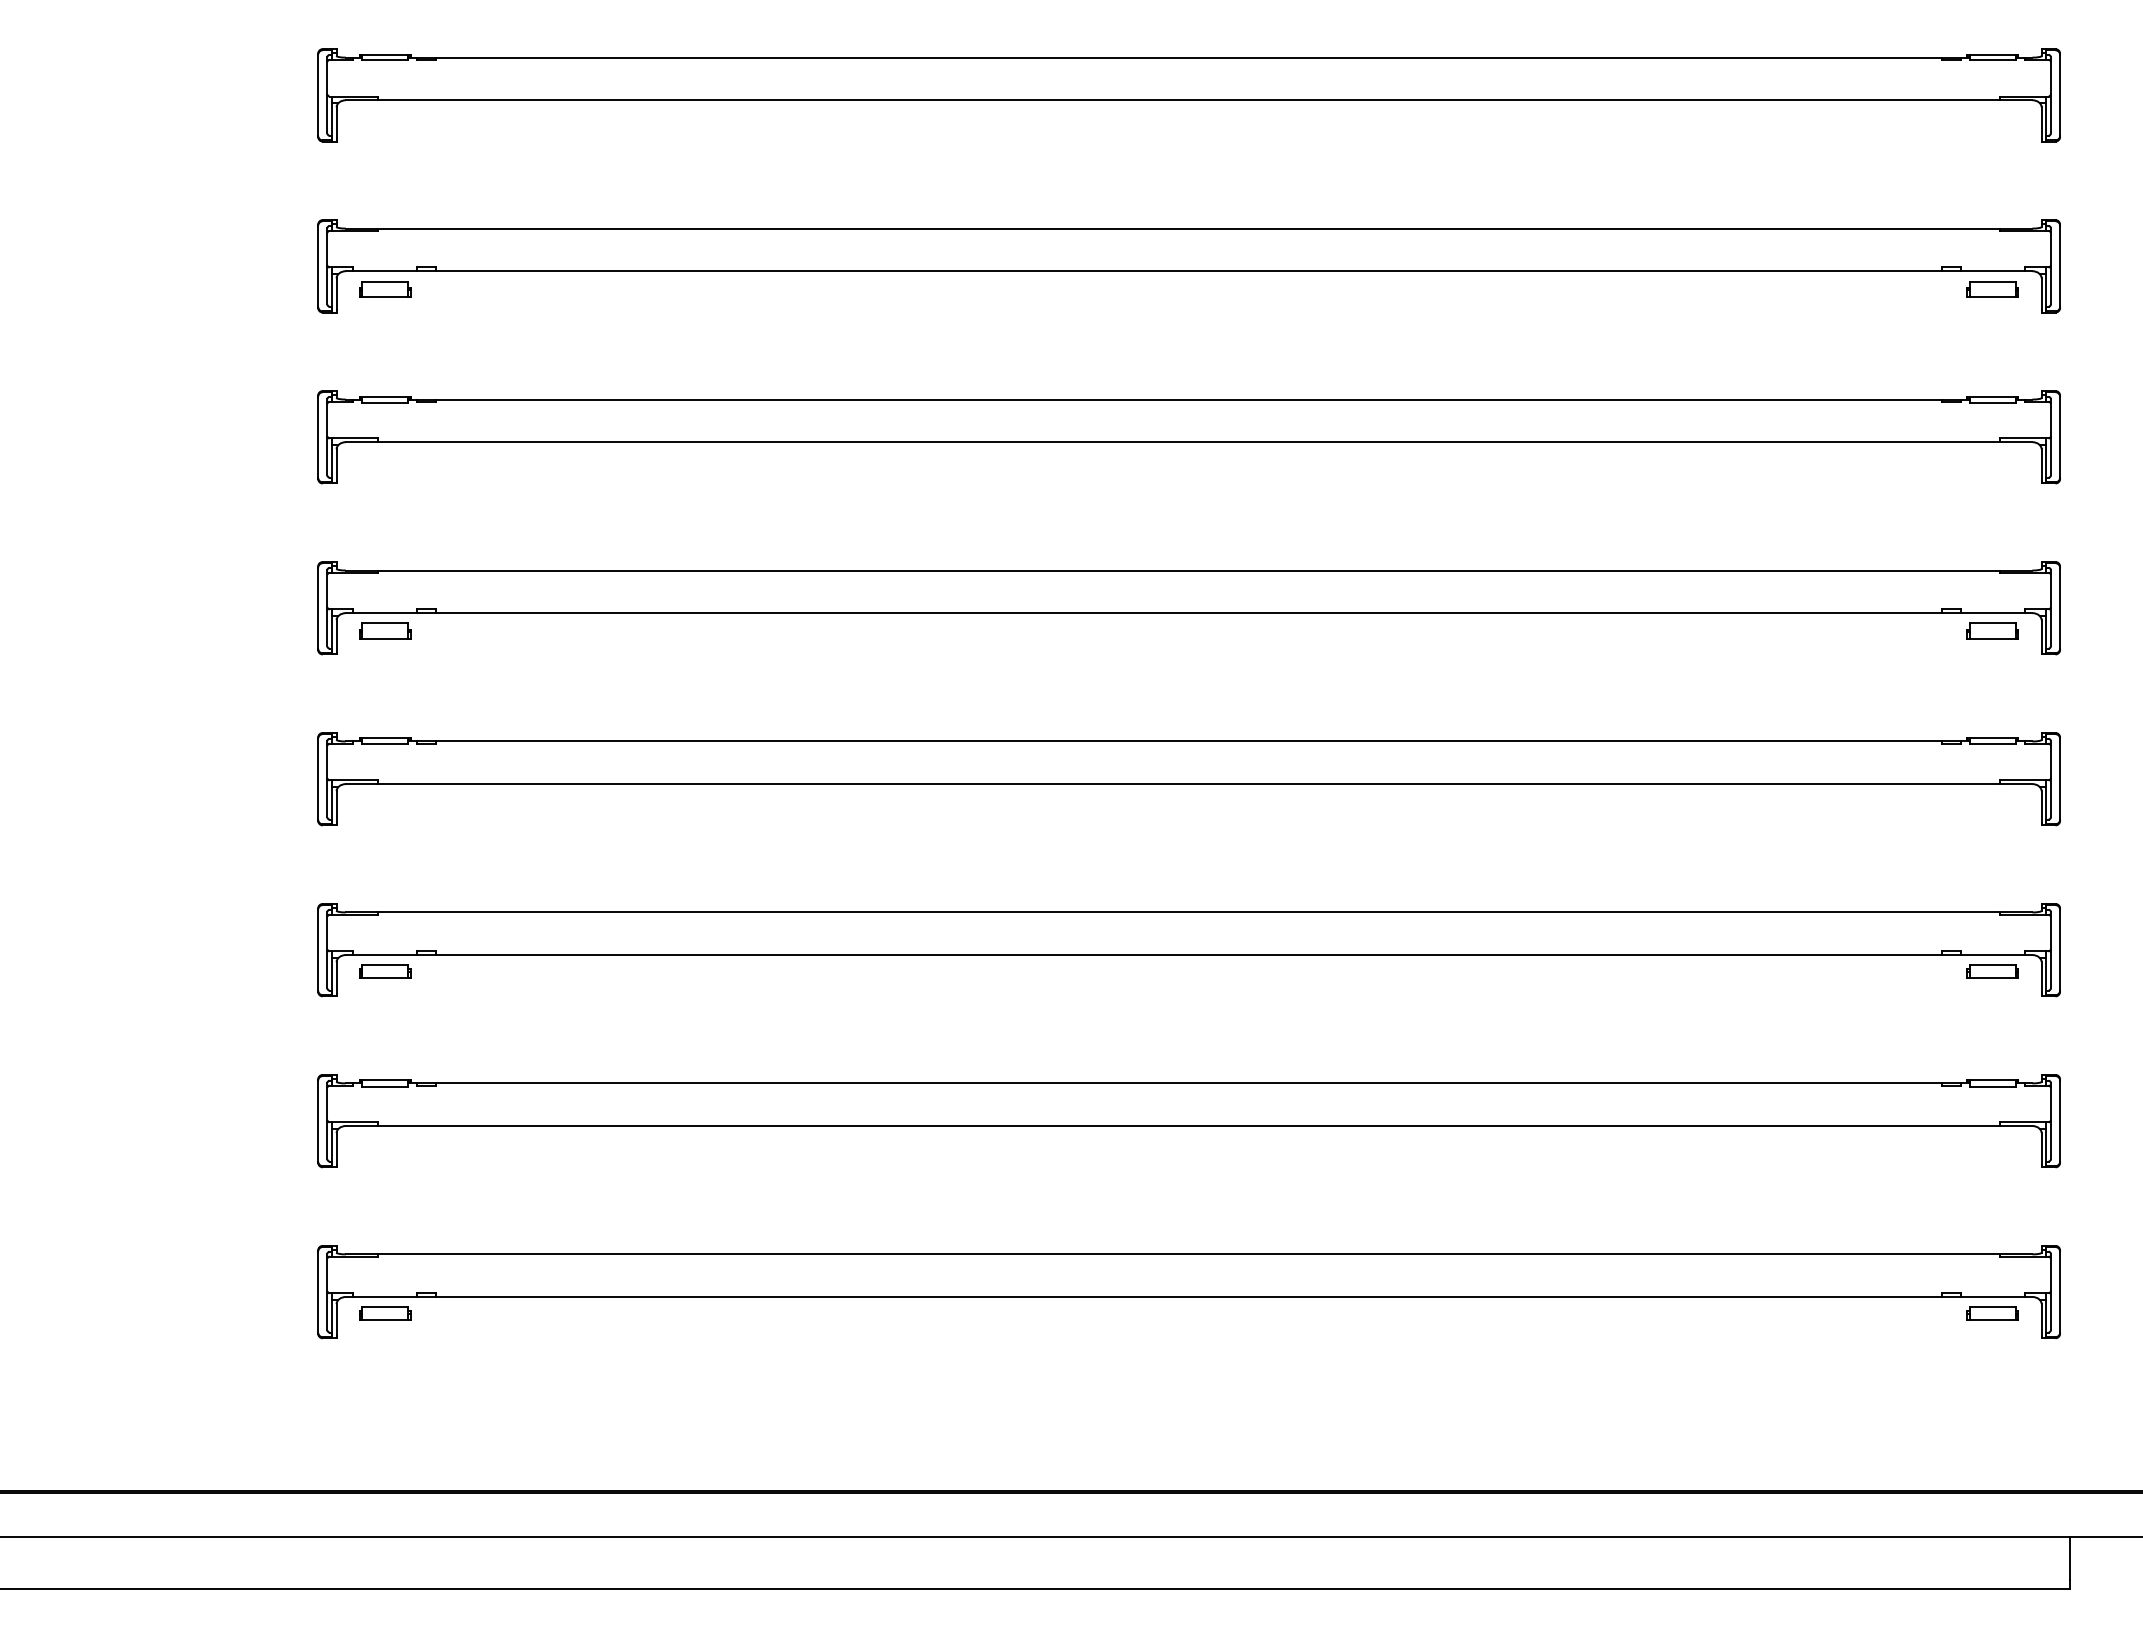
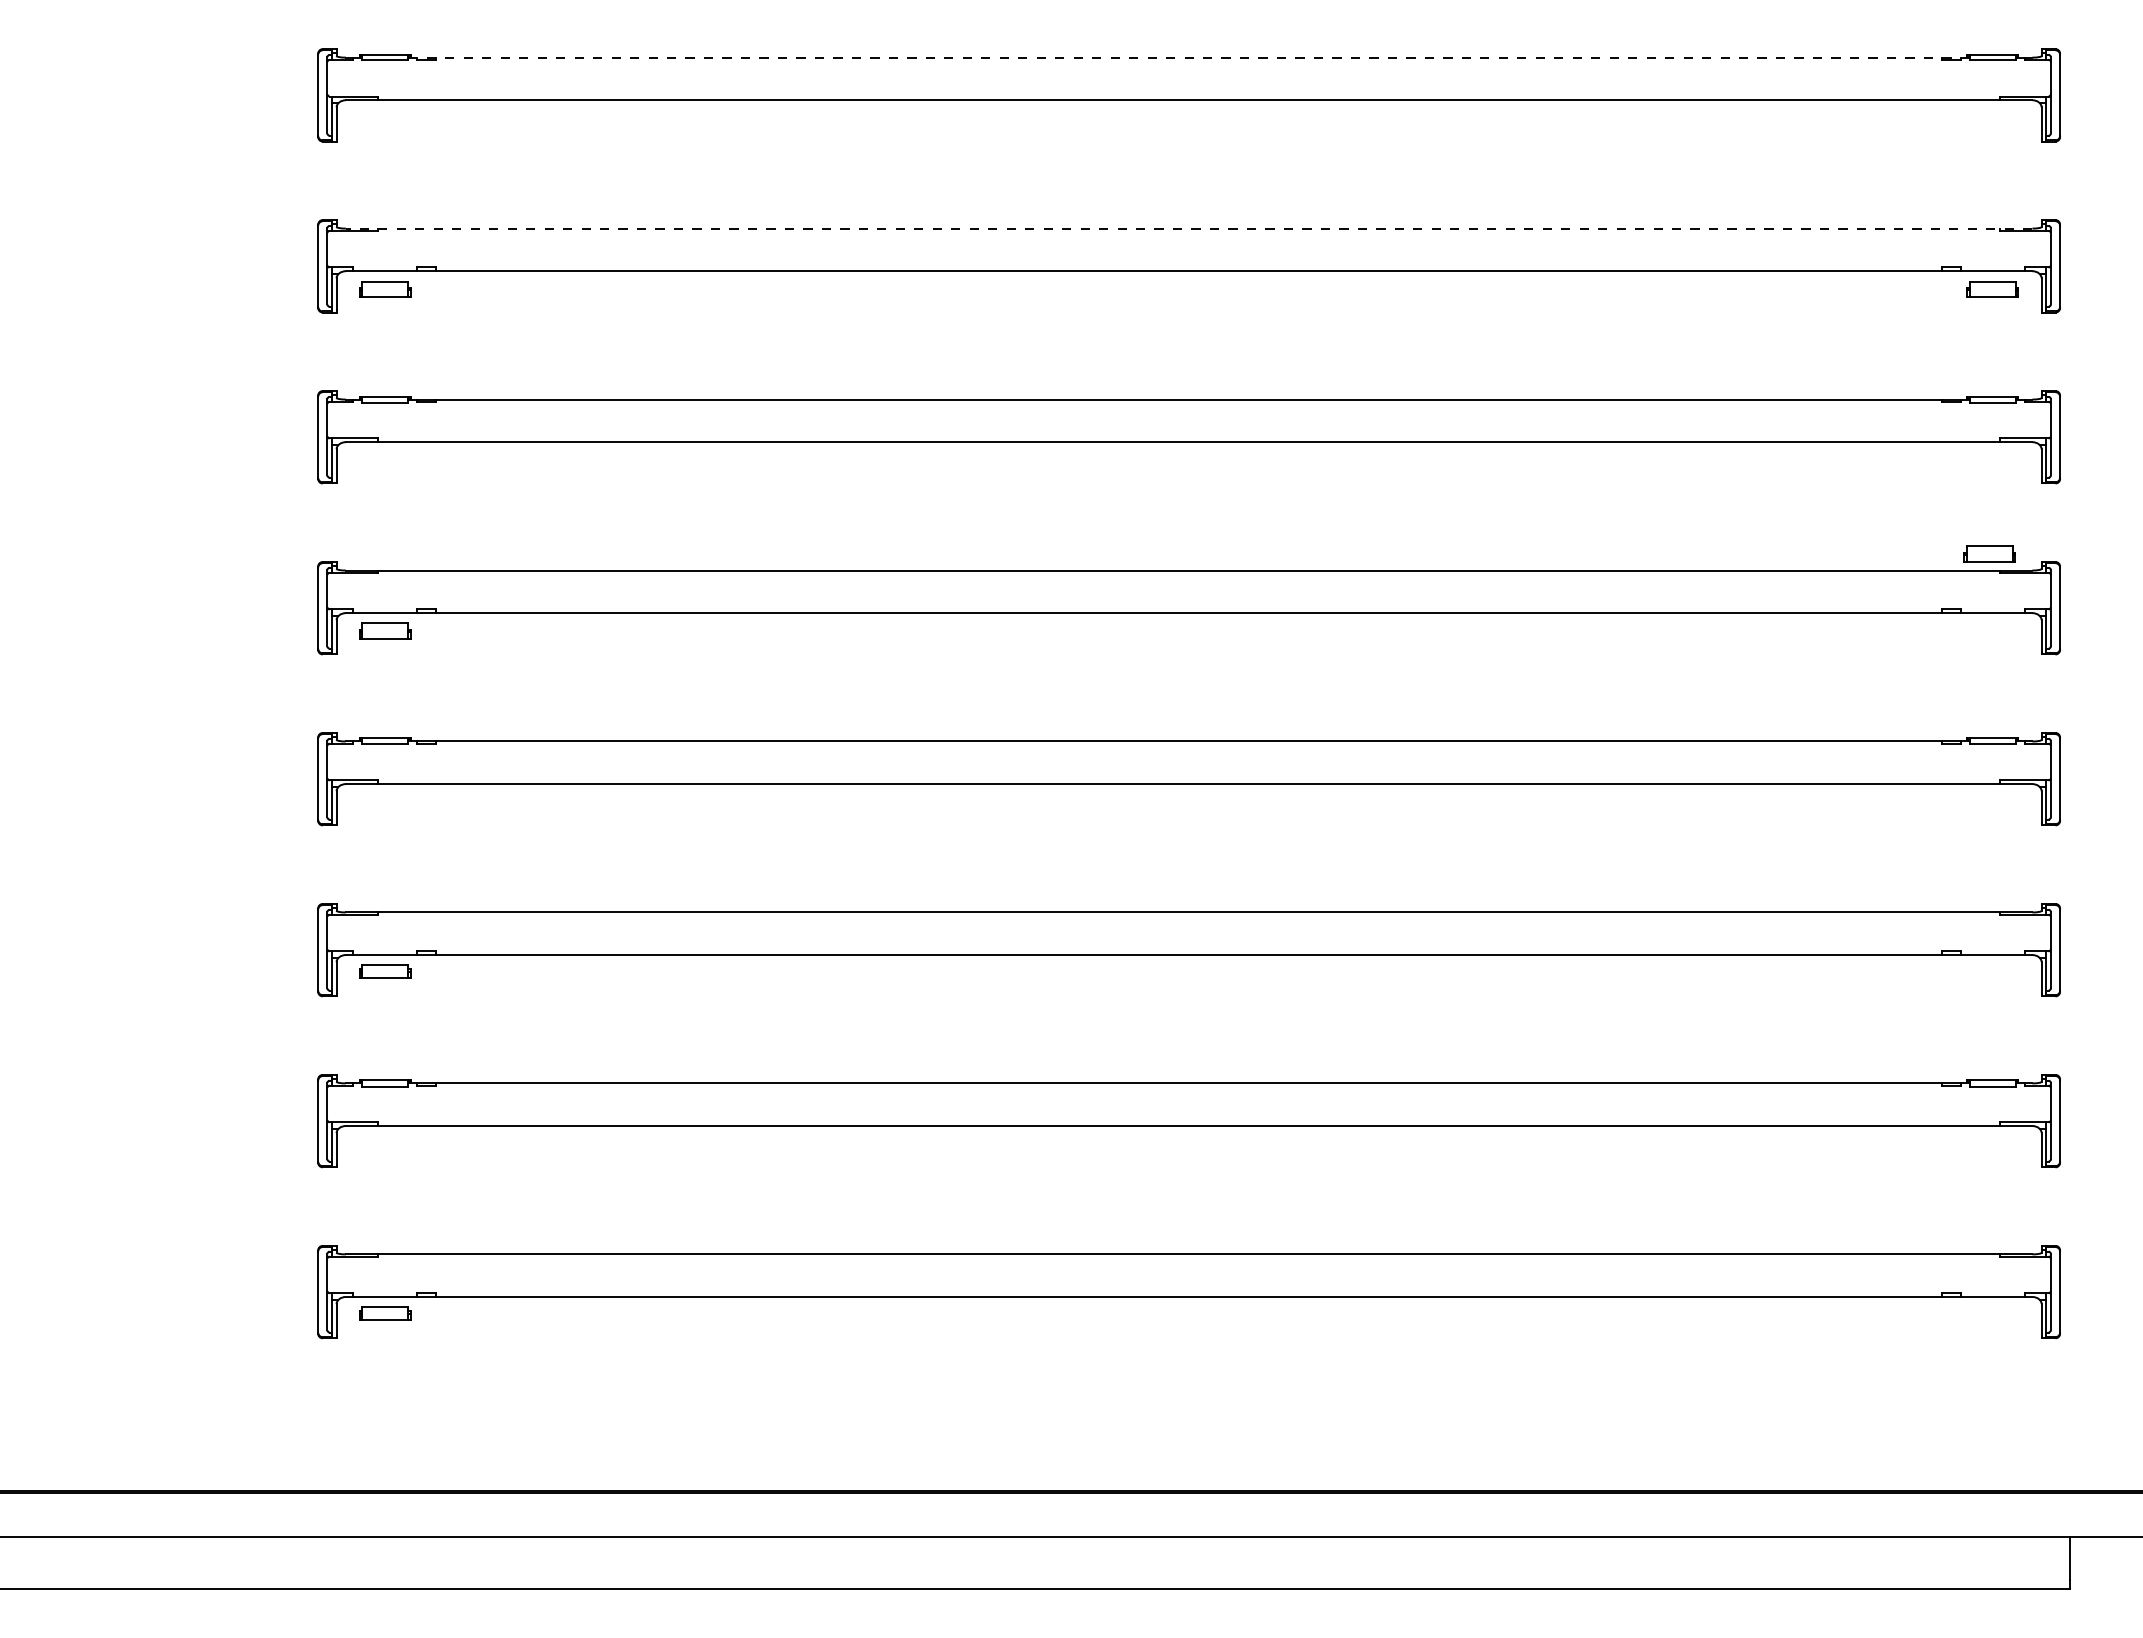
line at (1189, 57): solid -> dashed
line at (1188, 228): solid -> dashed
part at (1992, 630) position: (1992, 630) -> (1989, 553)
part at (1992, 971): present -> none
part at (1992, 1313): present -> none
